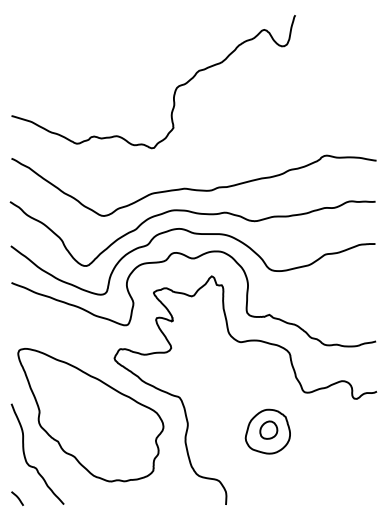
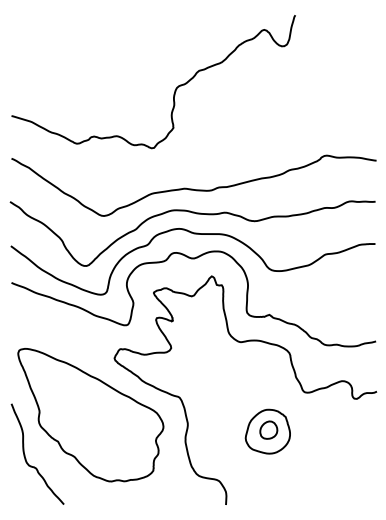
curve at (17, 498): present -> none
